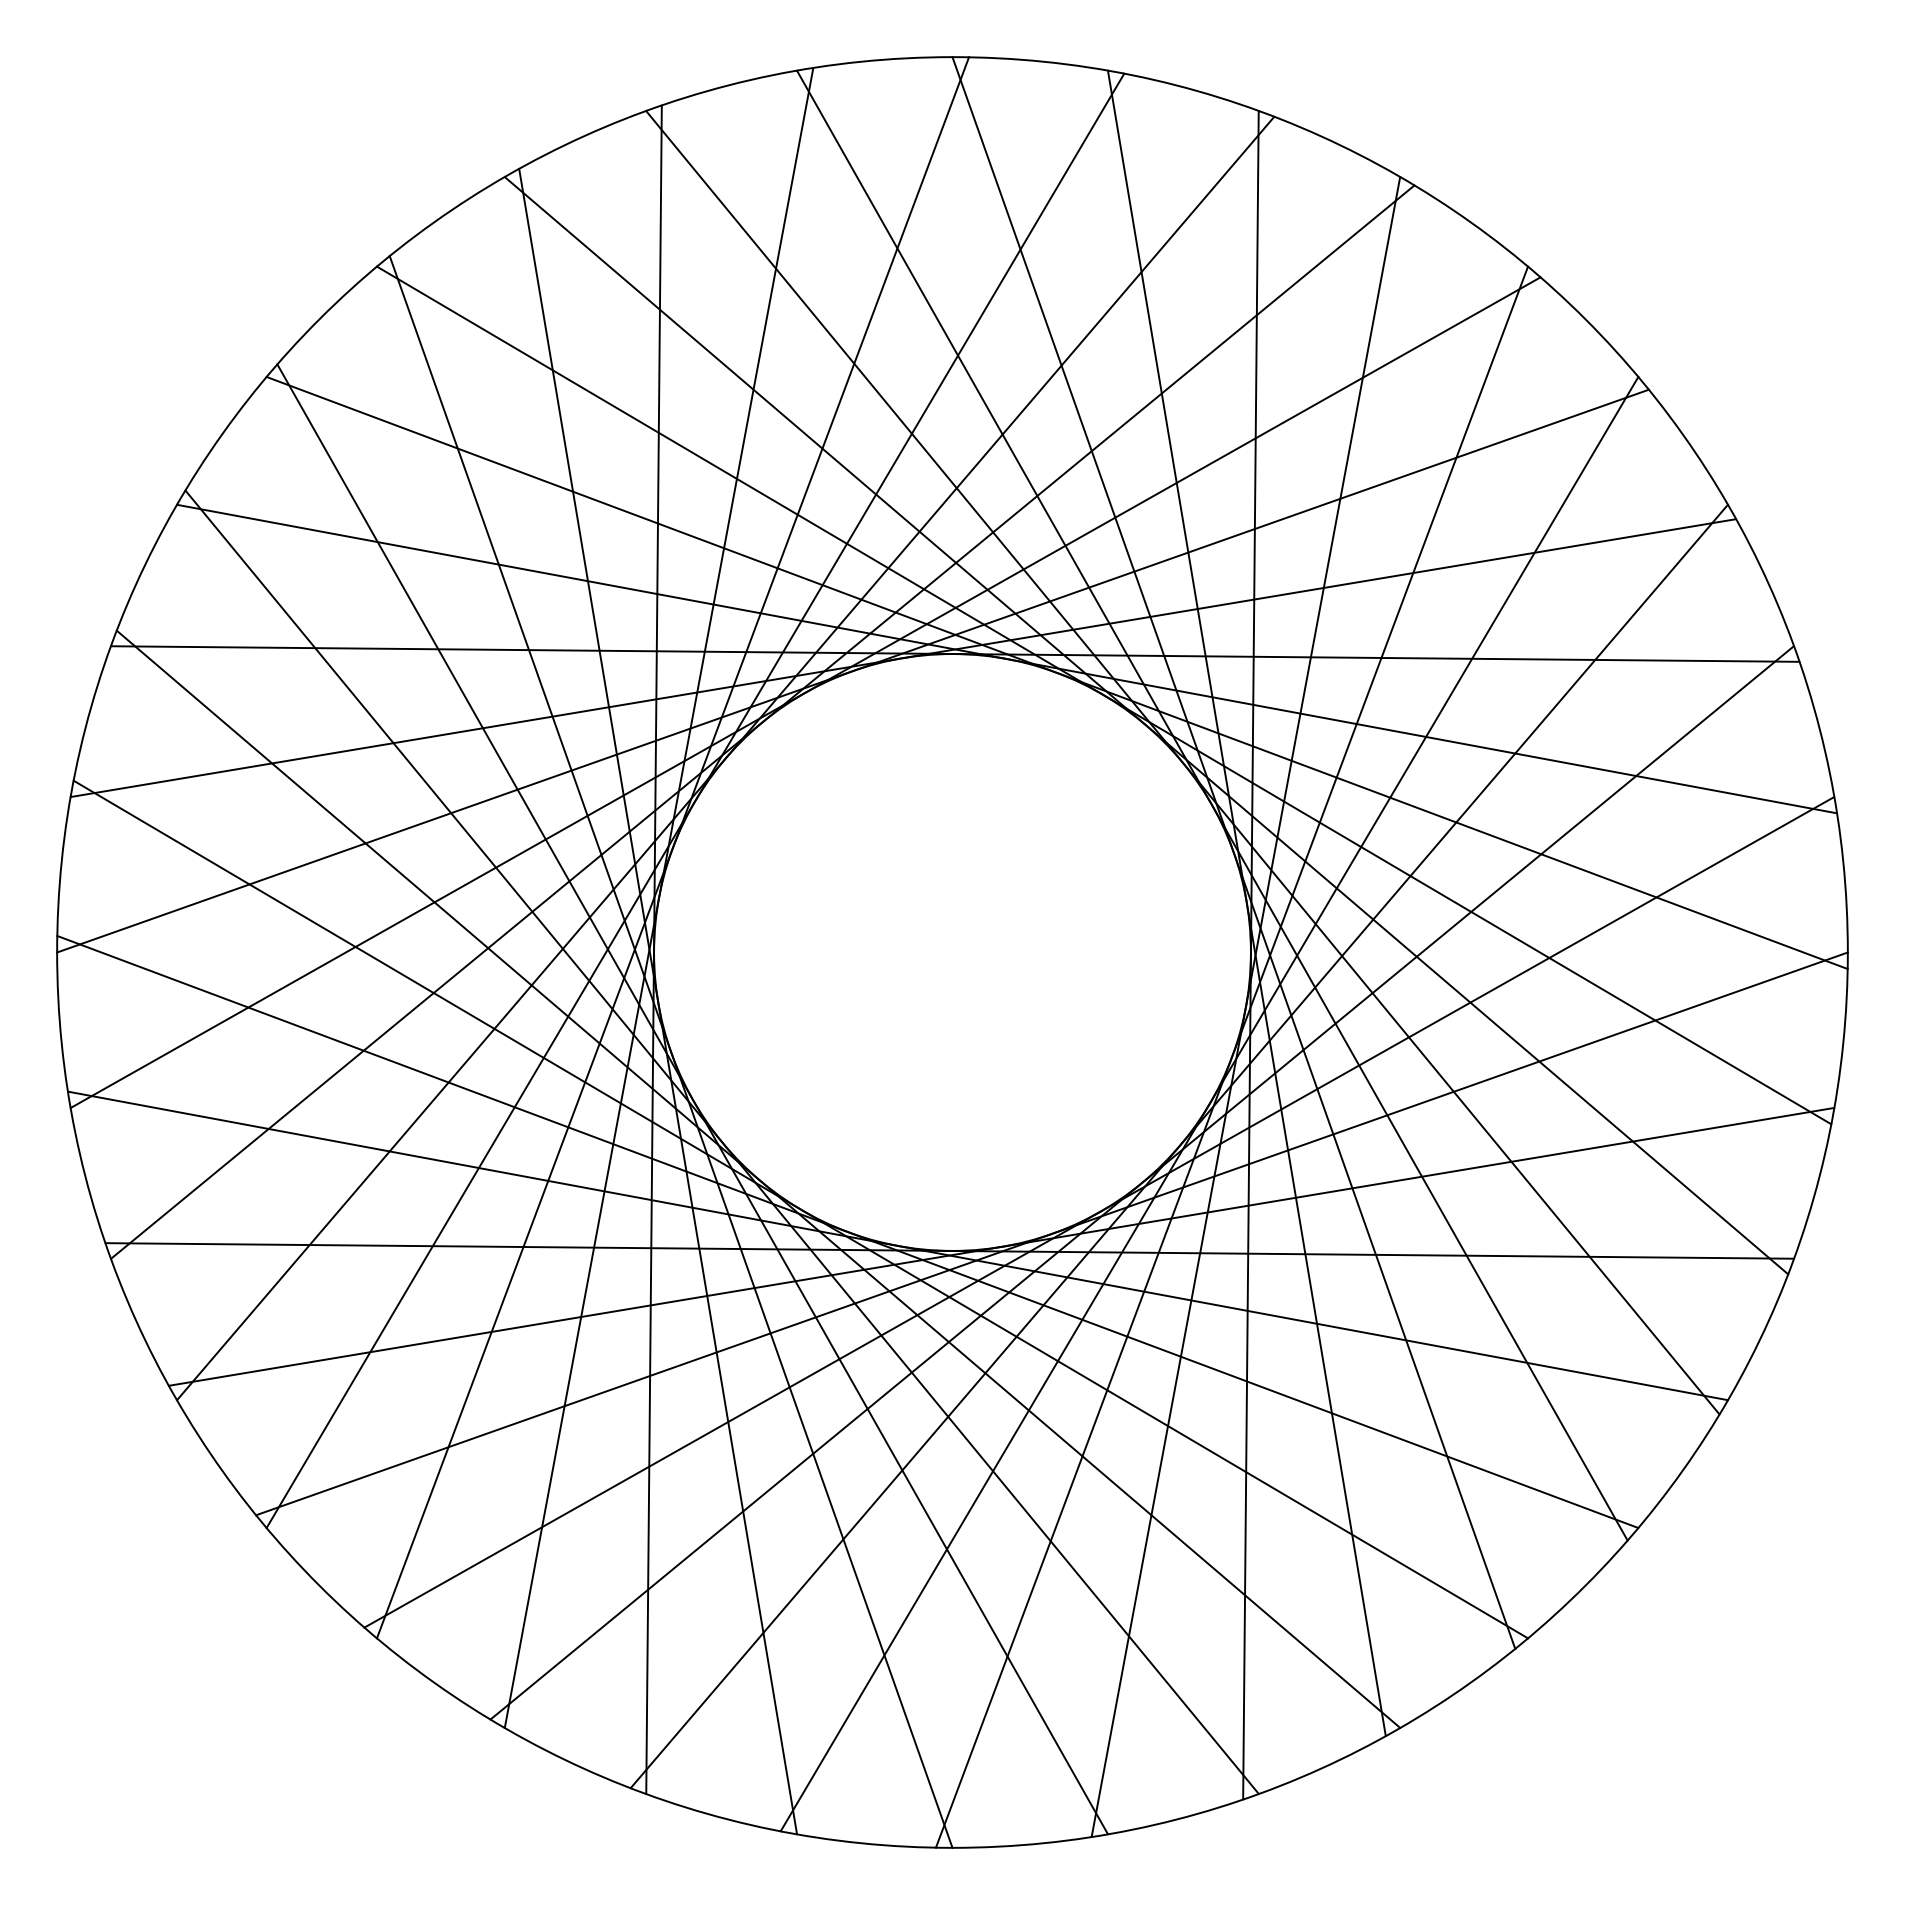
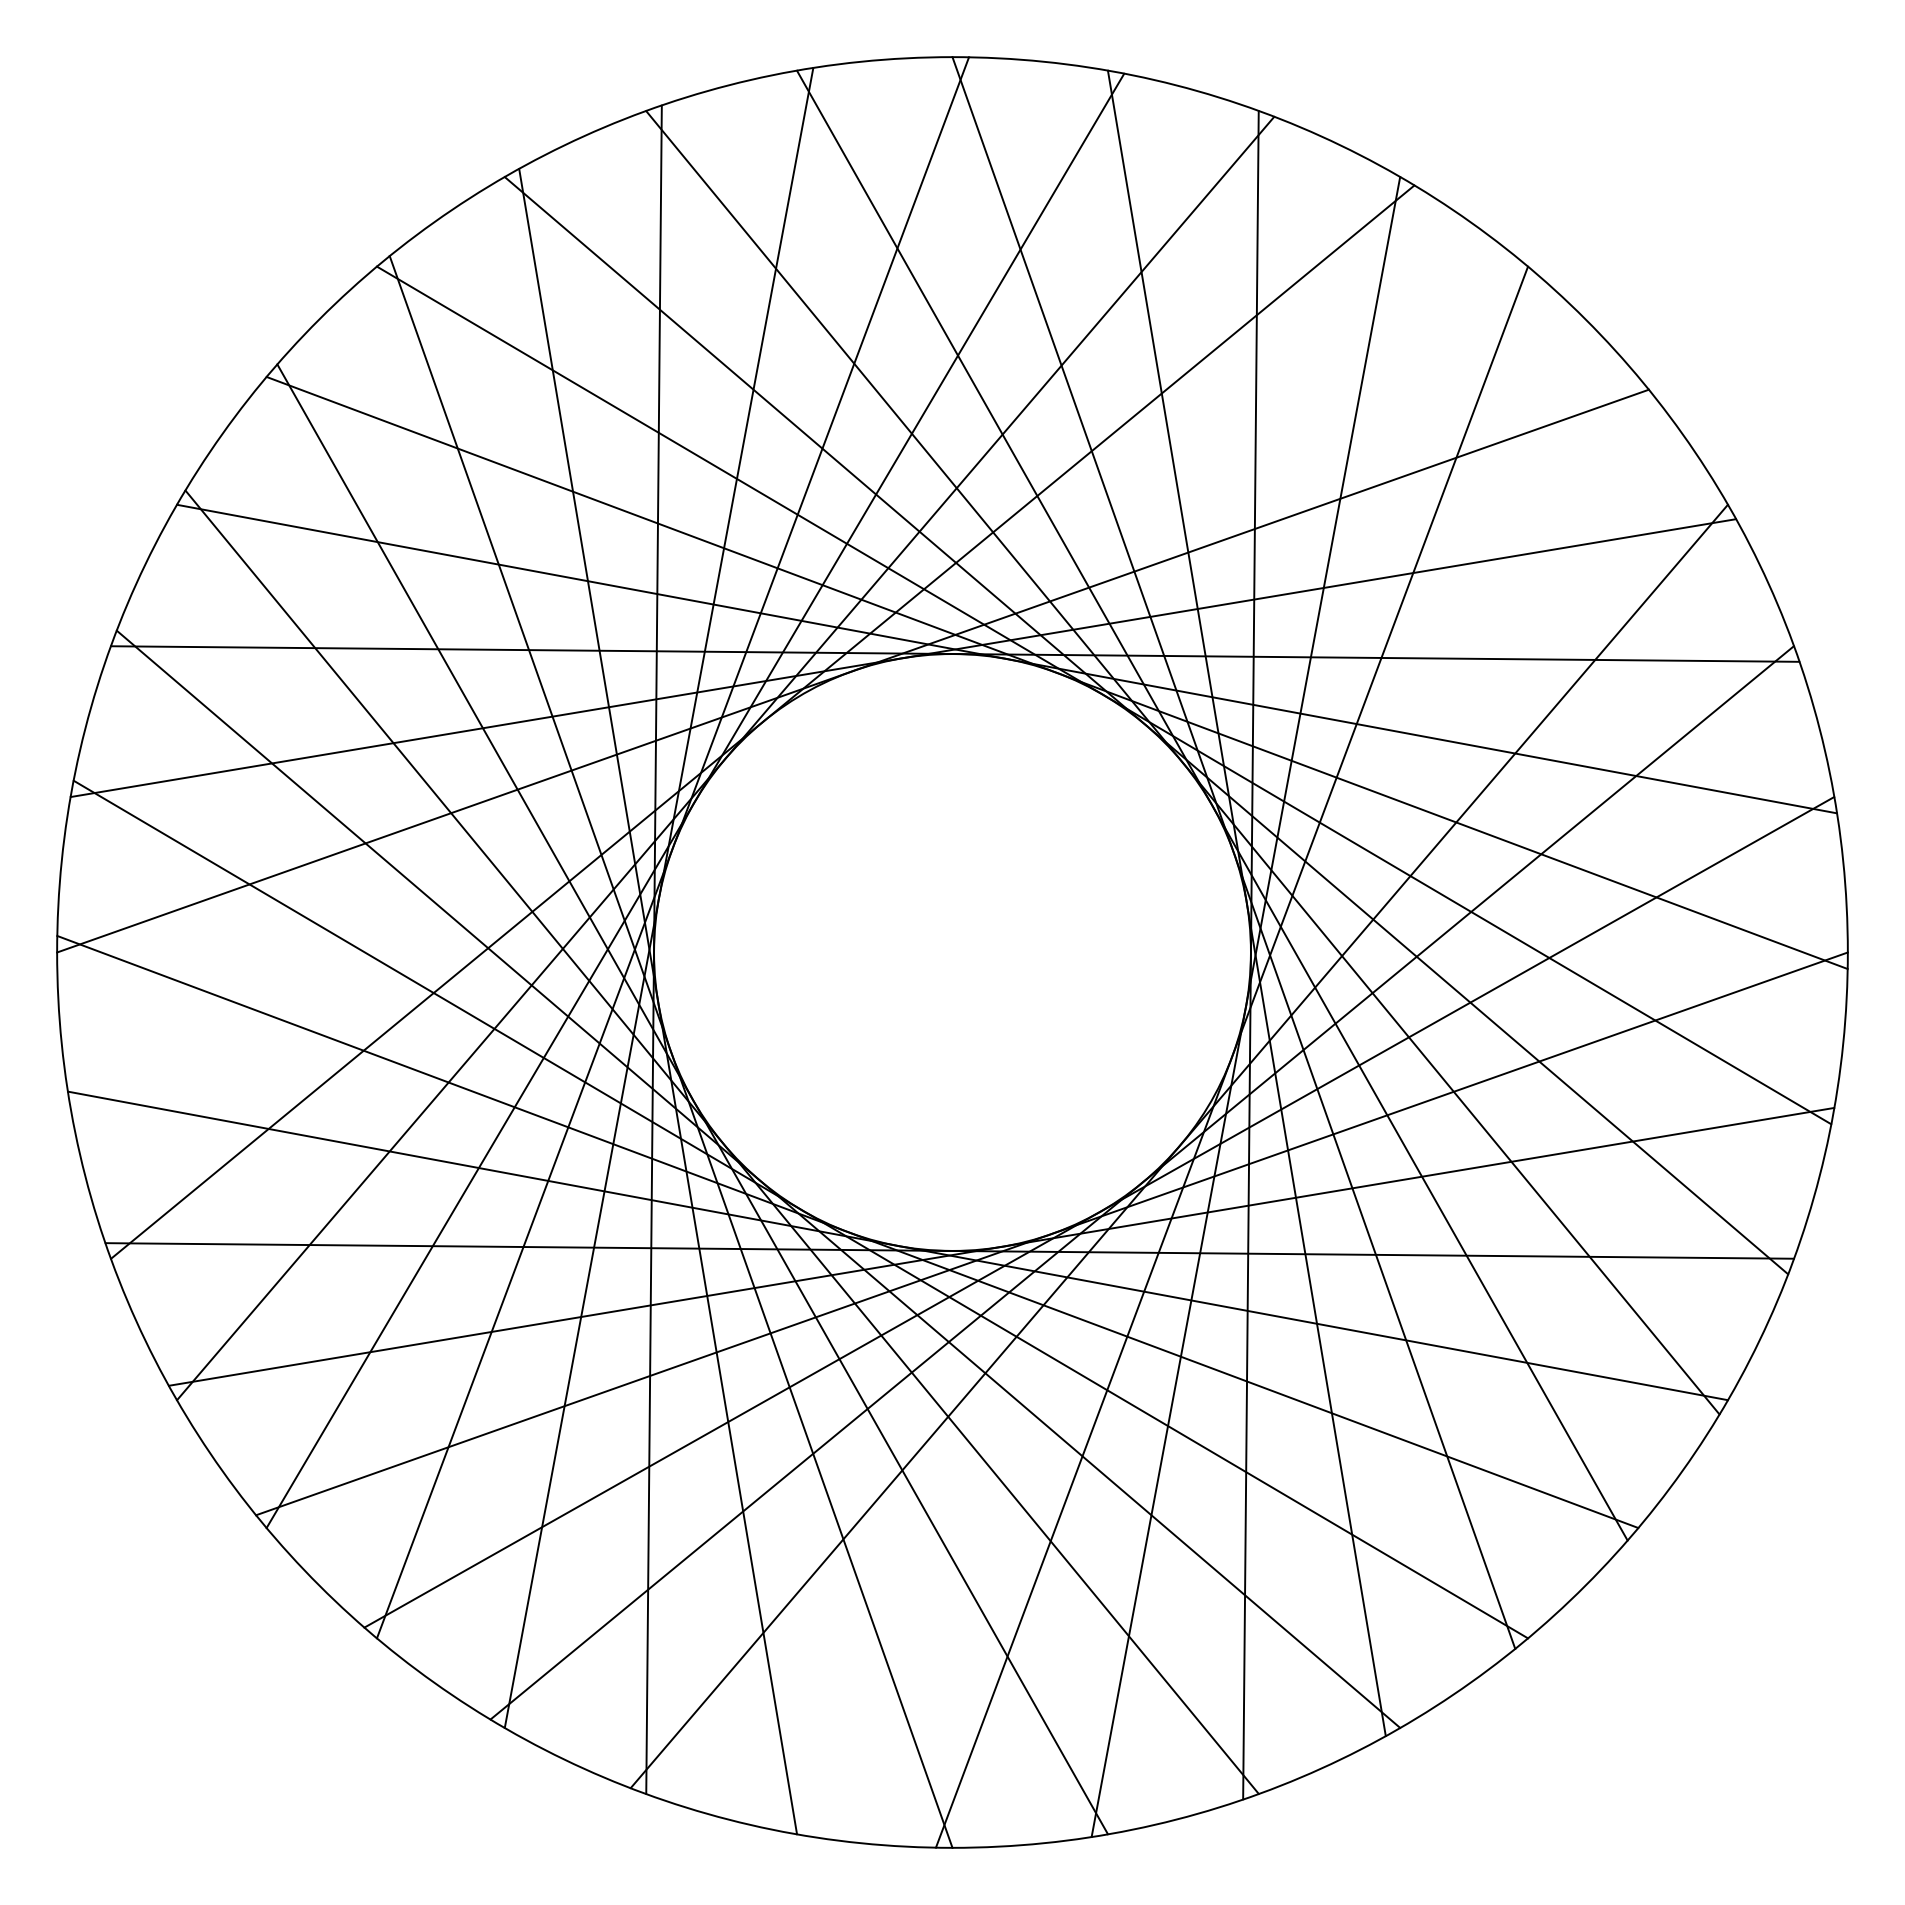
line at (805, 692): present -> none
line at (1209, 1103): present -> none
